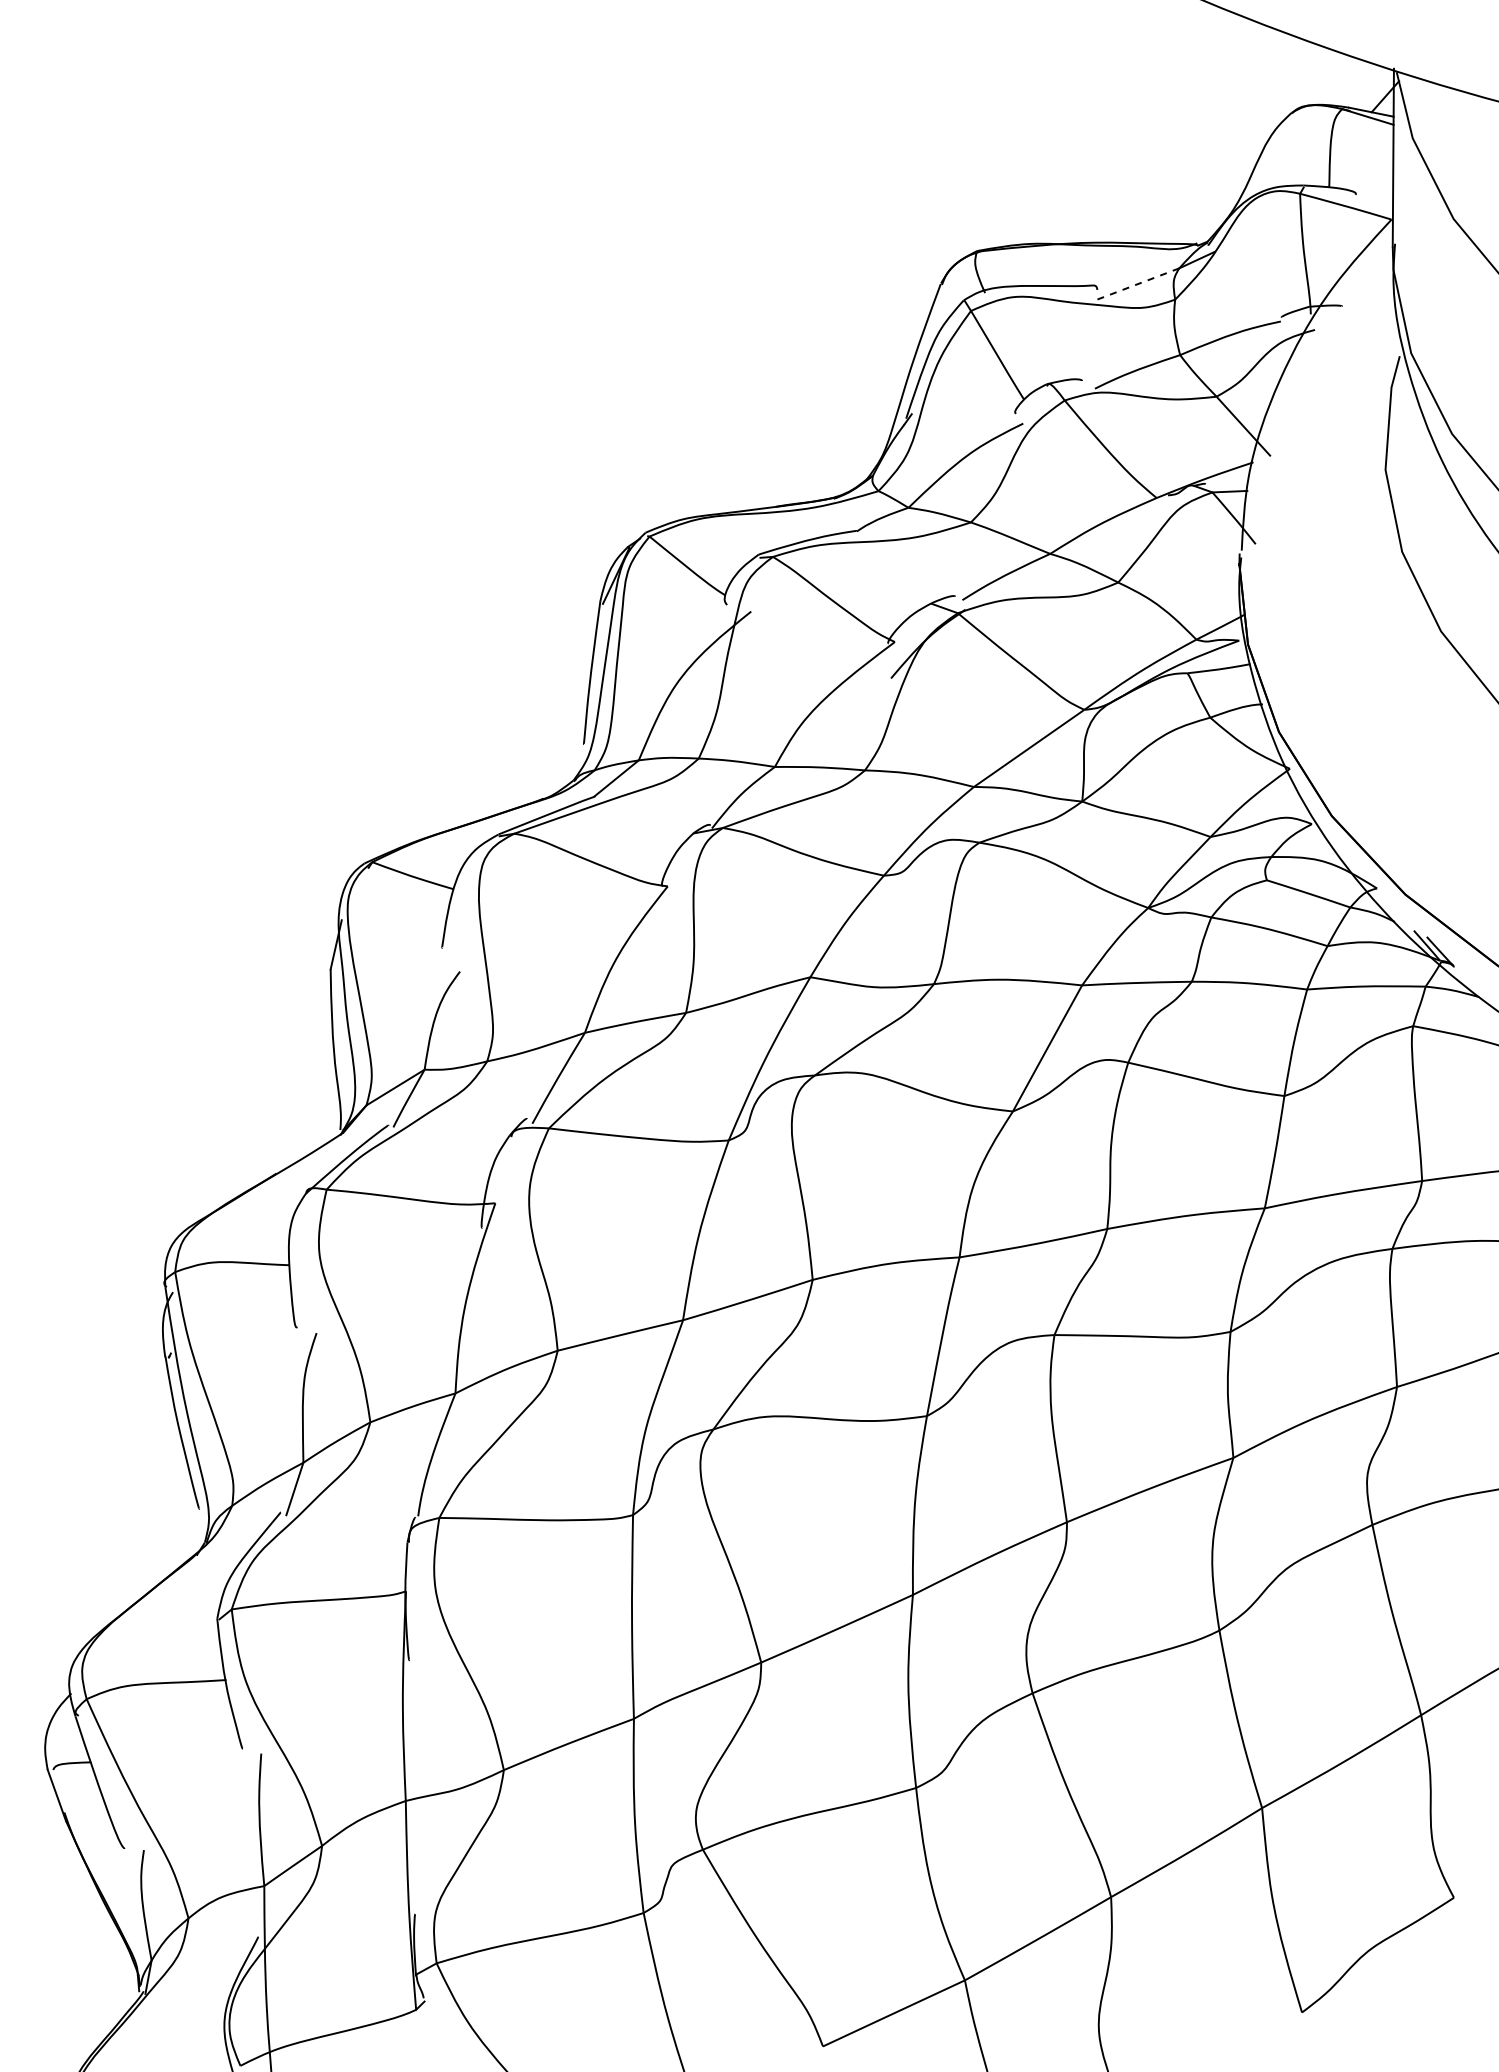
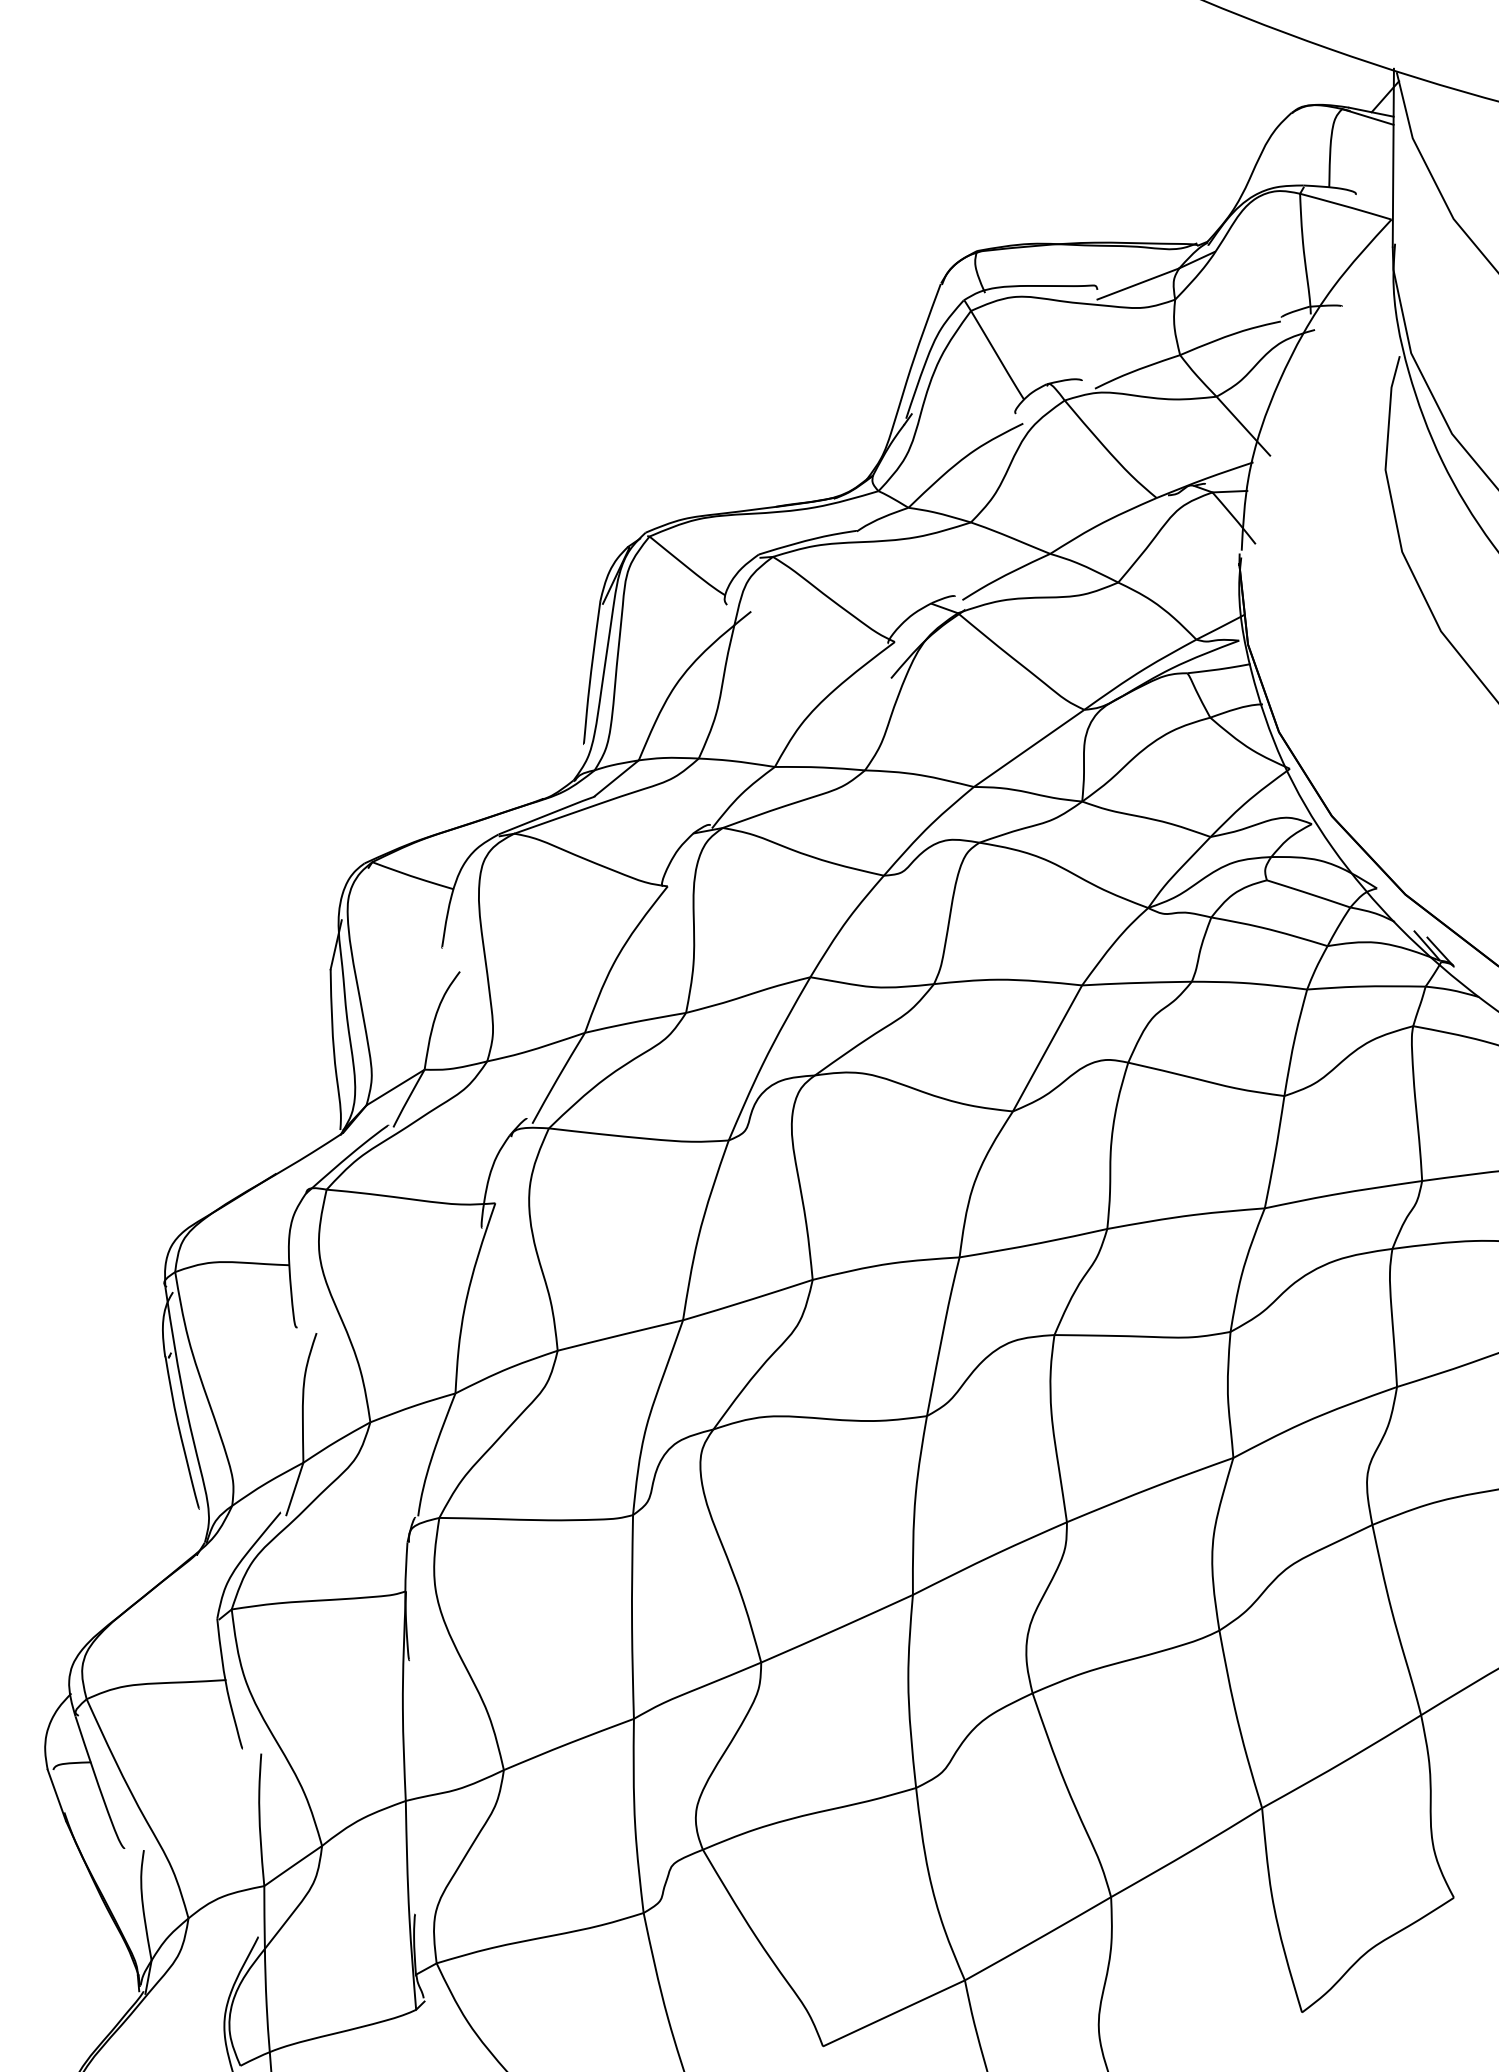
line at (1138, 283): dashed -> solid
